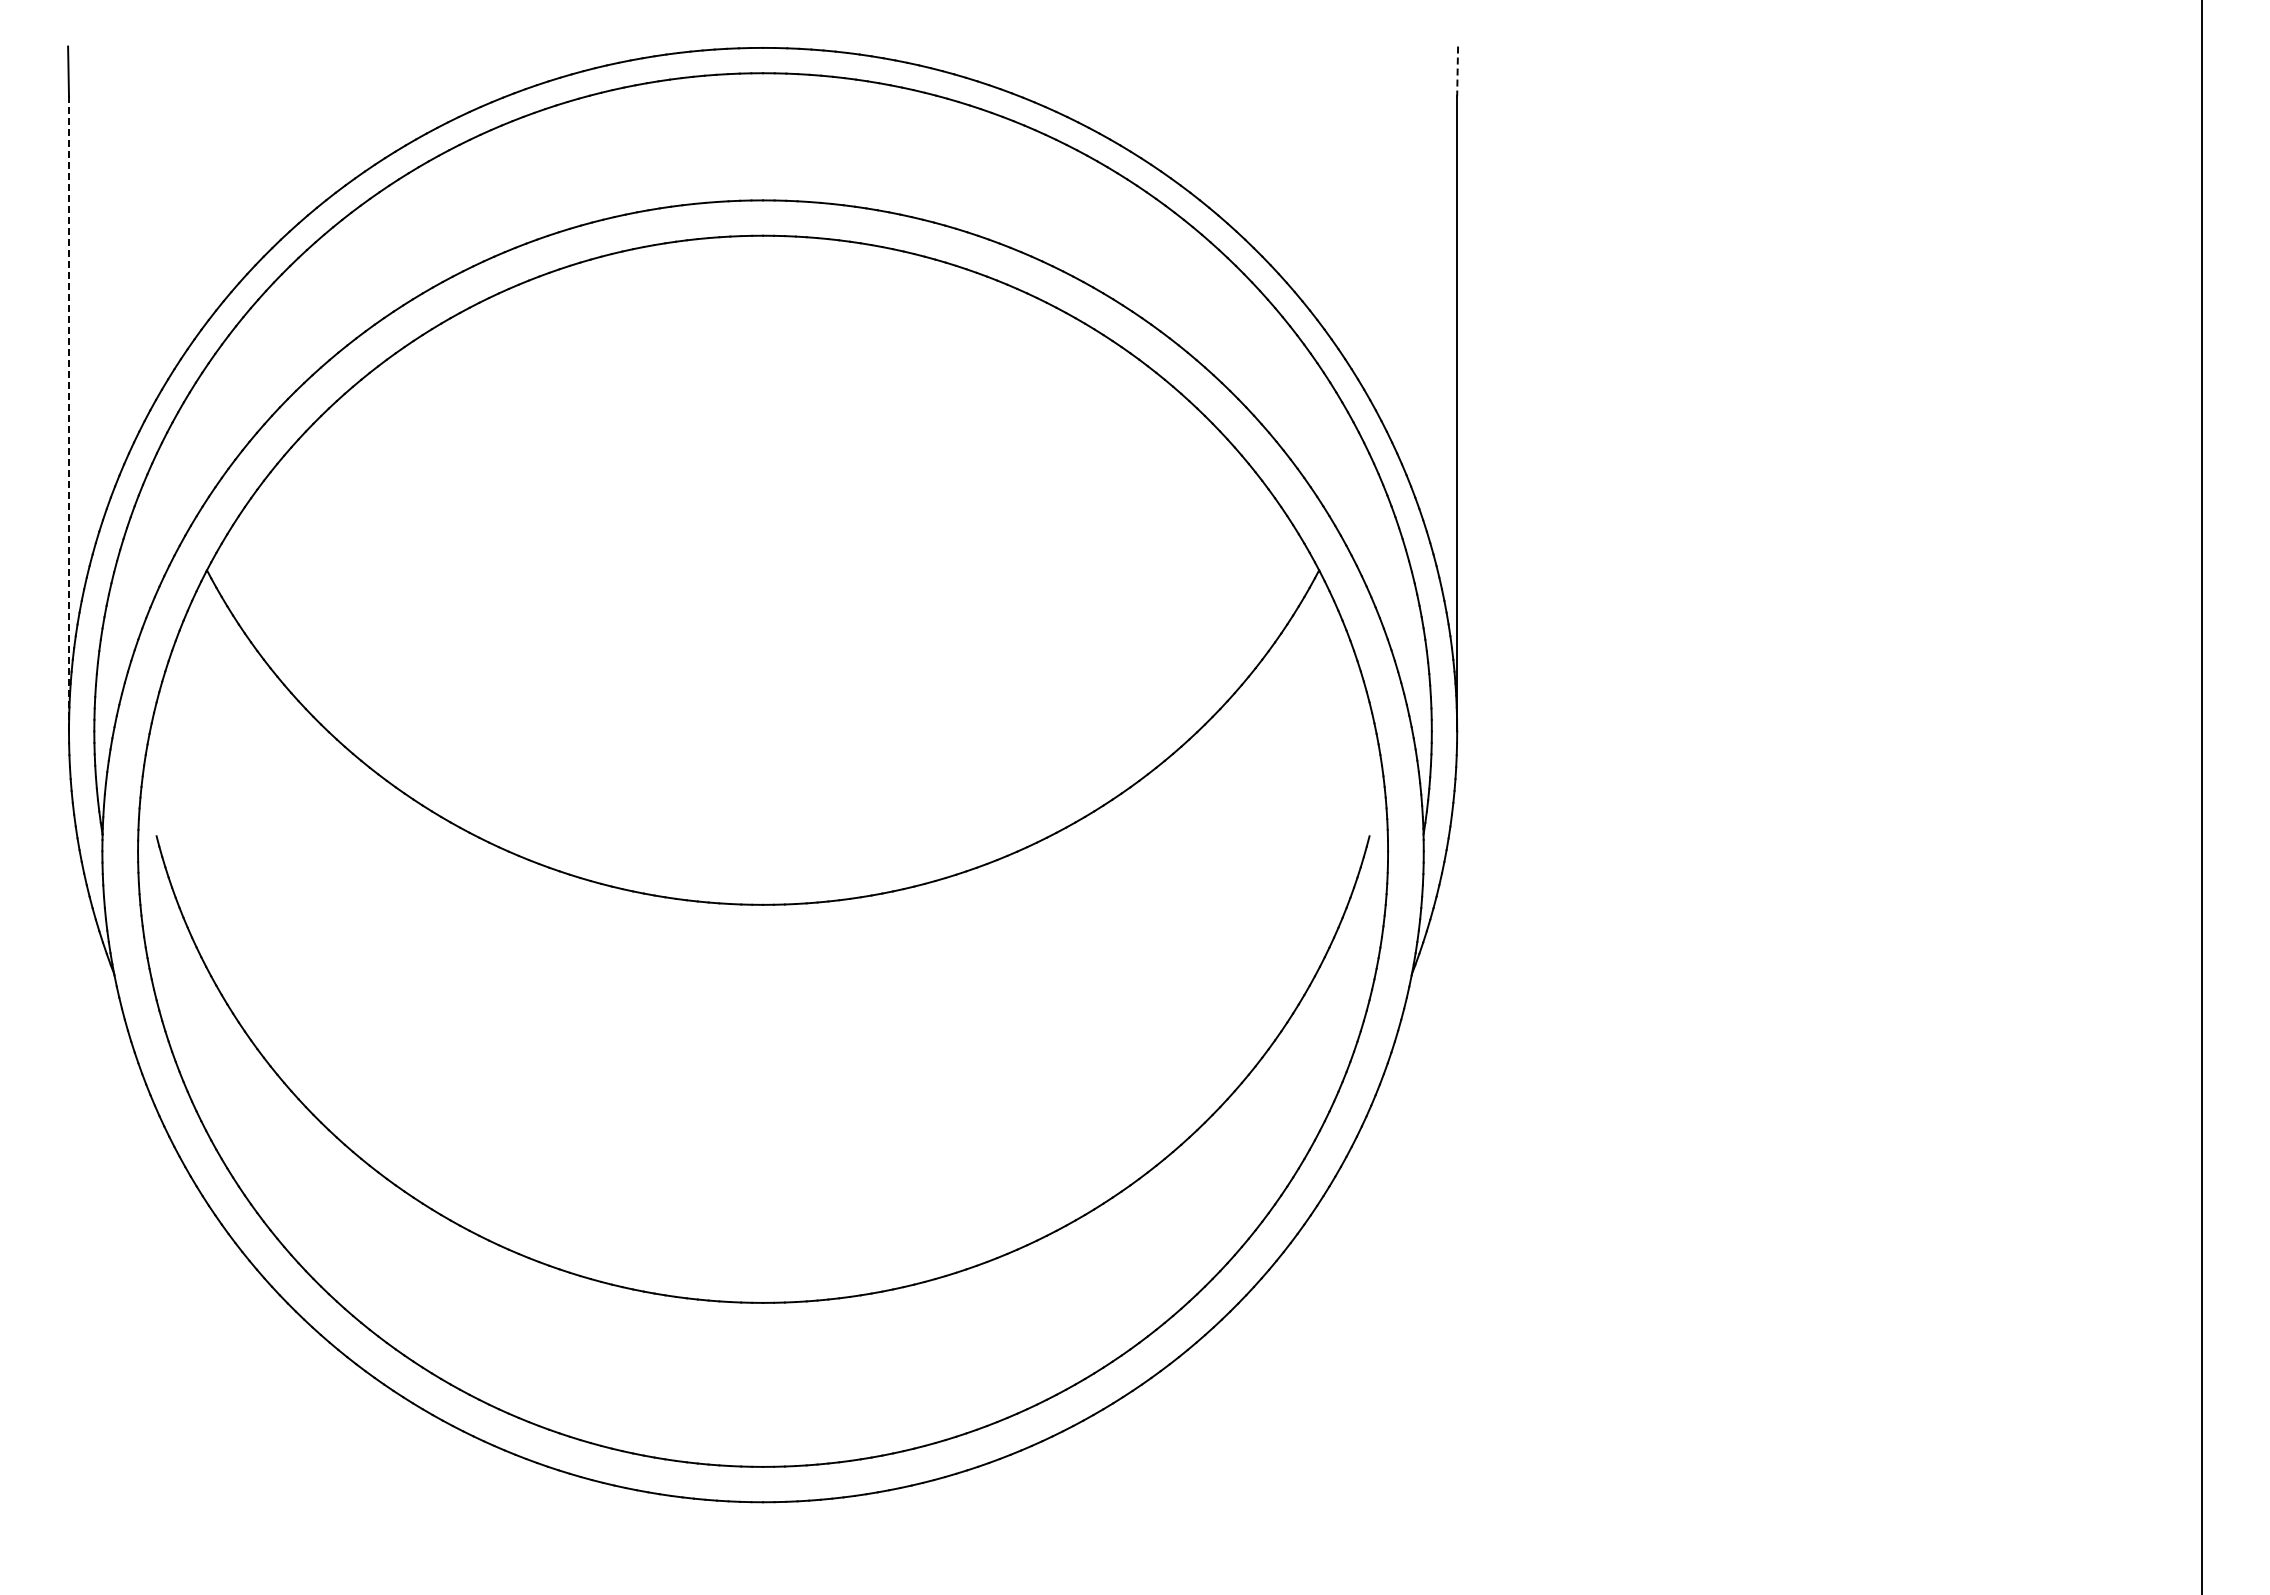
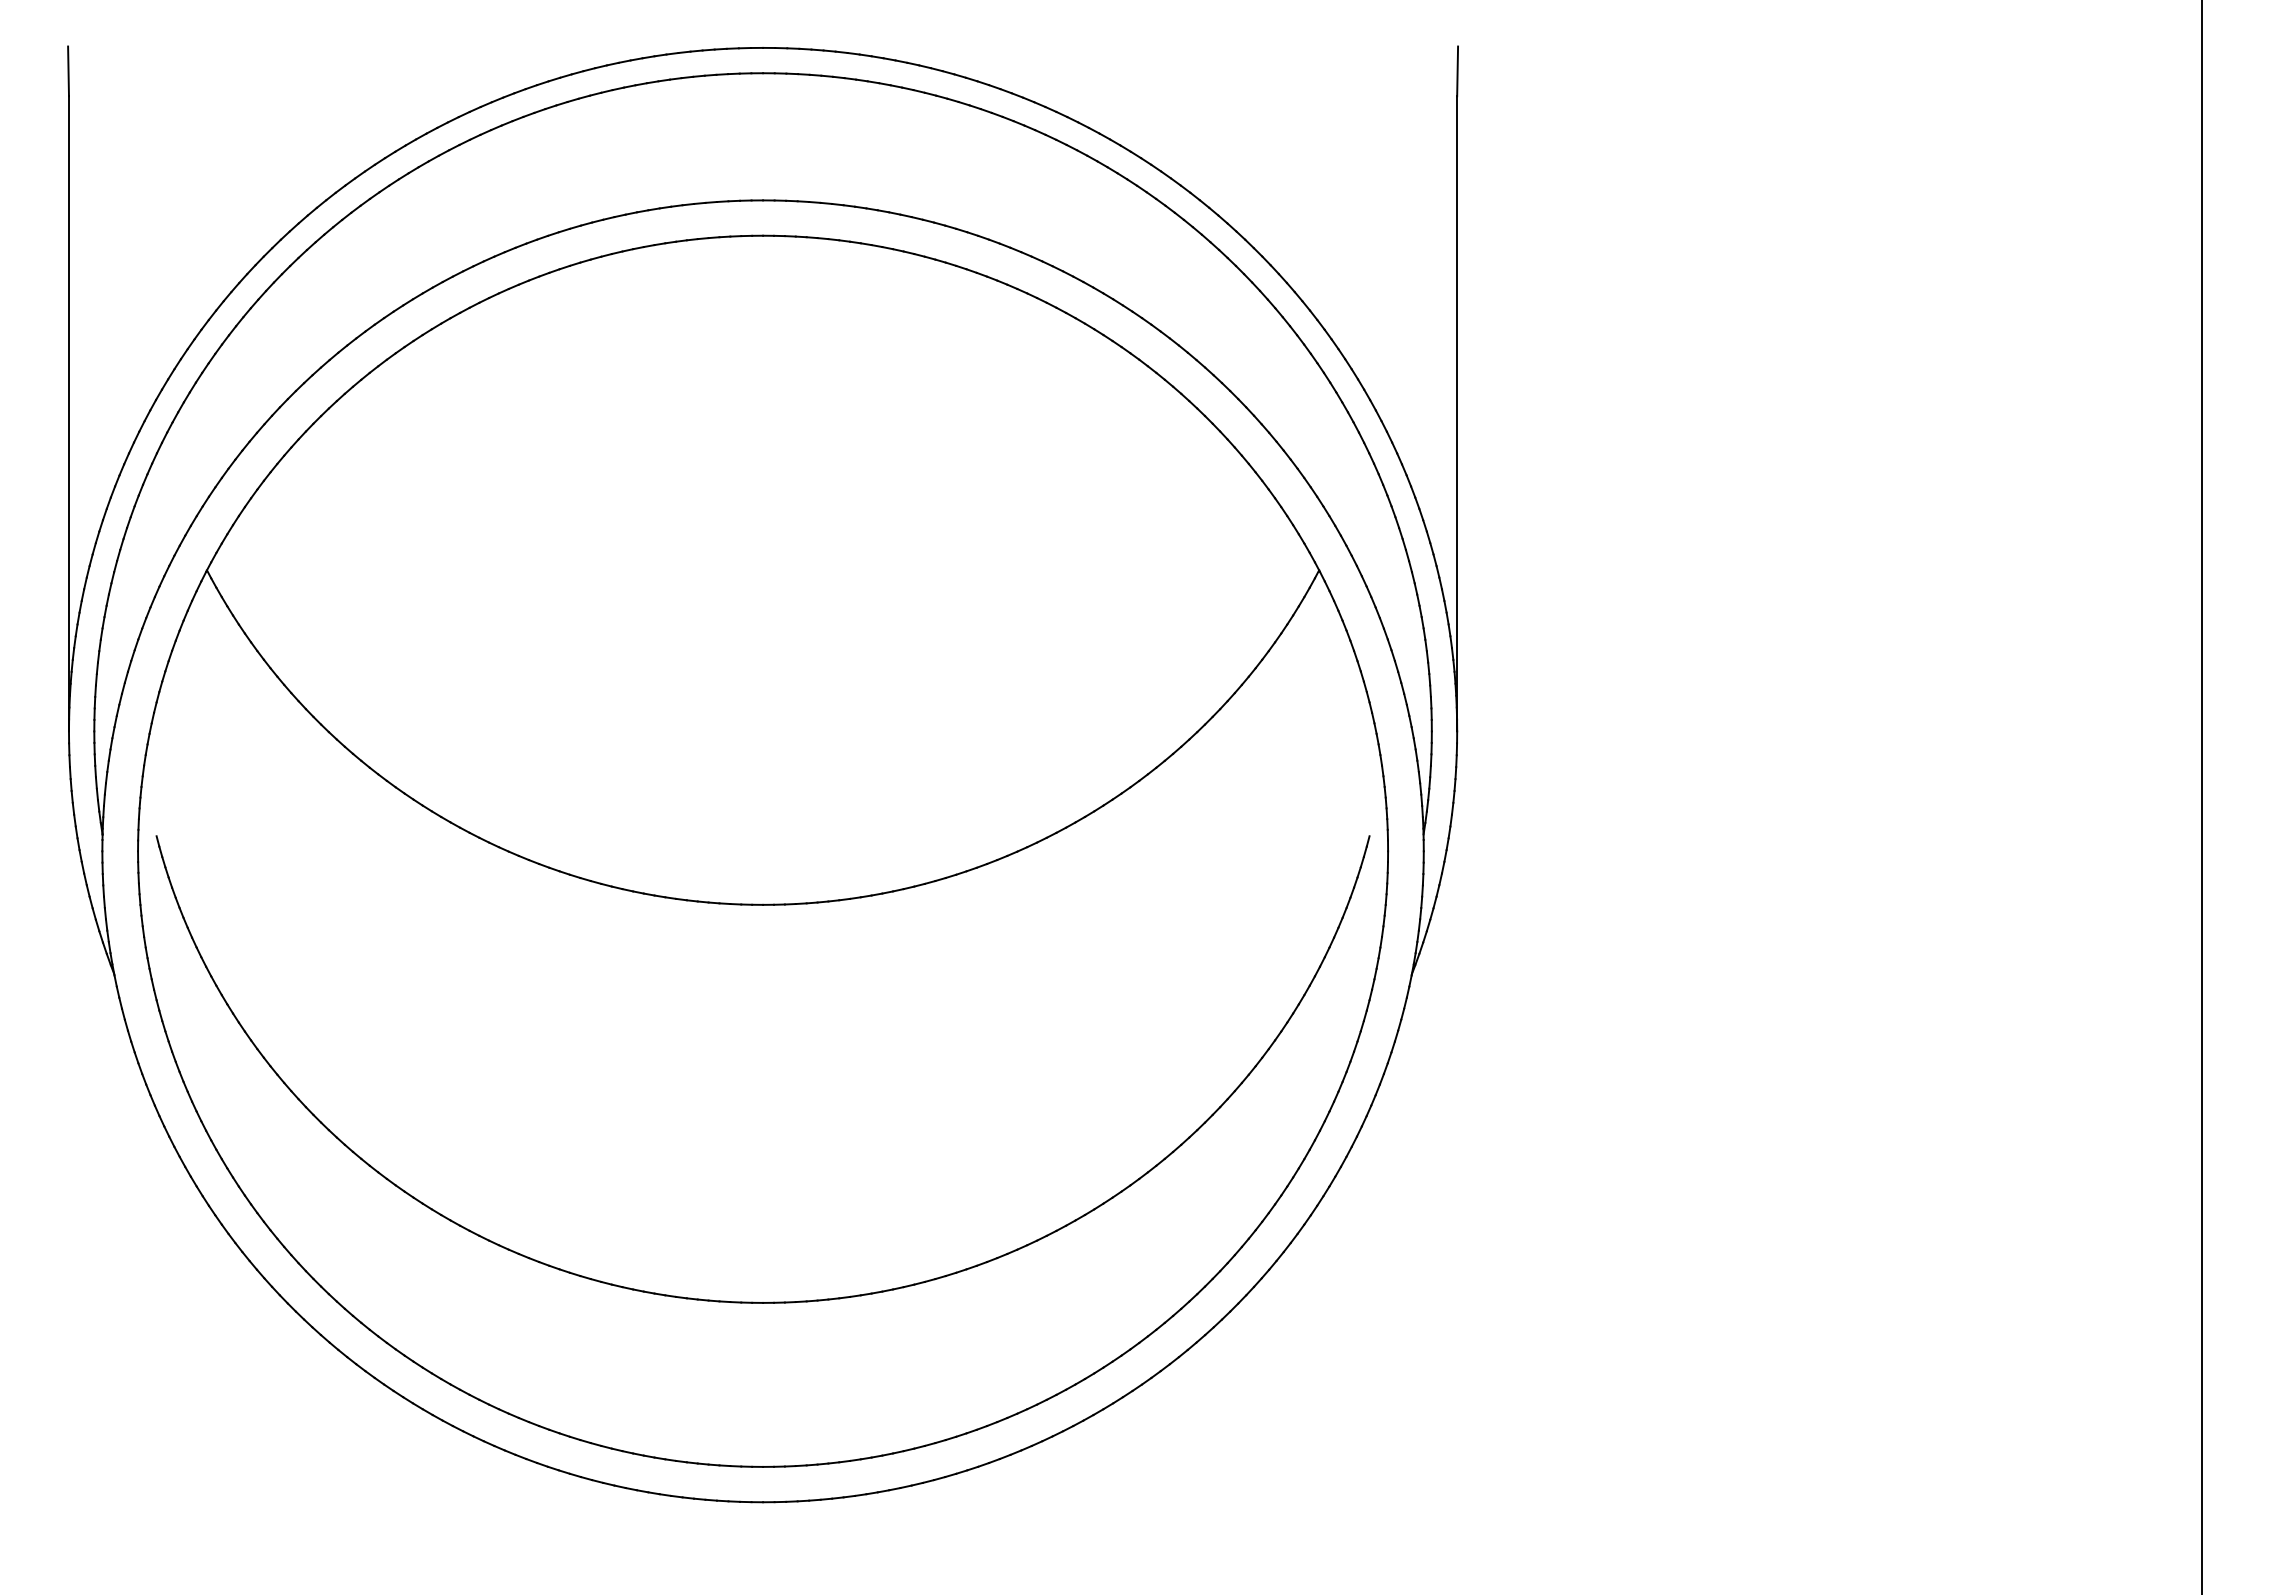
line at (1457, 71): dashed -> solid
line at (68, 413): dashed -> solid
